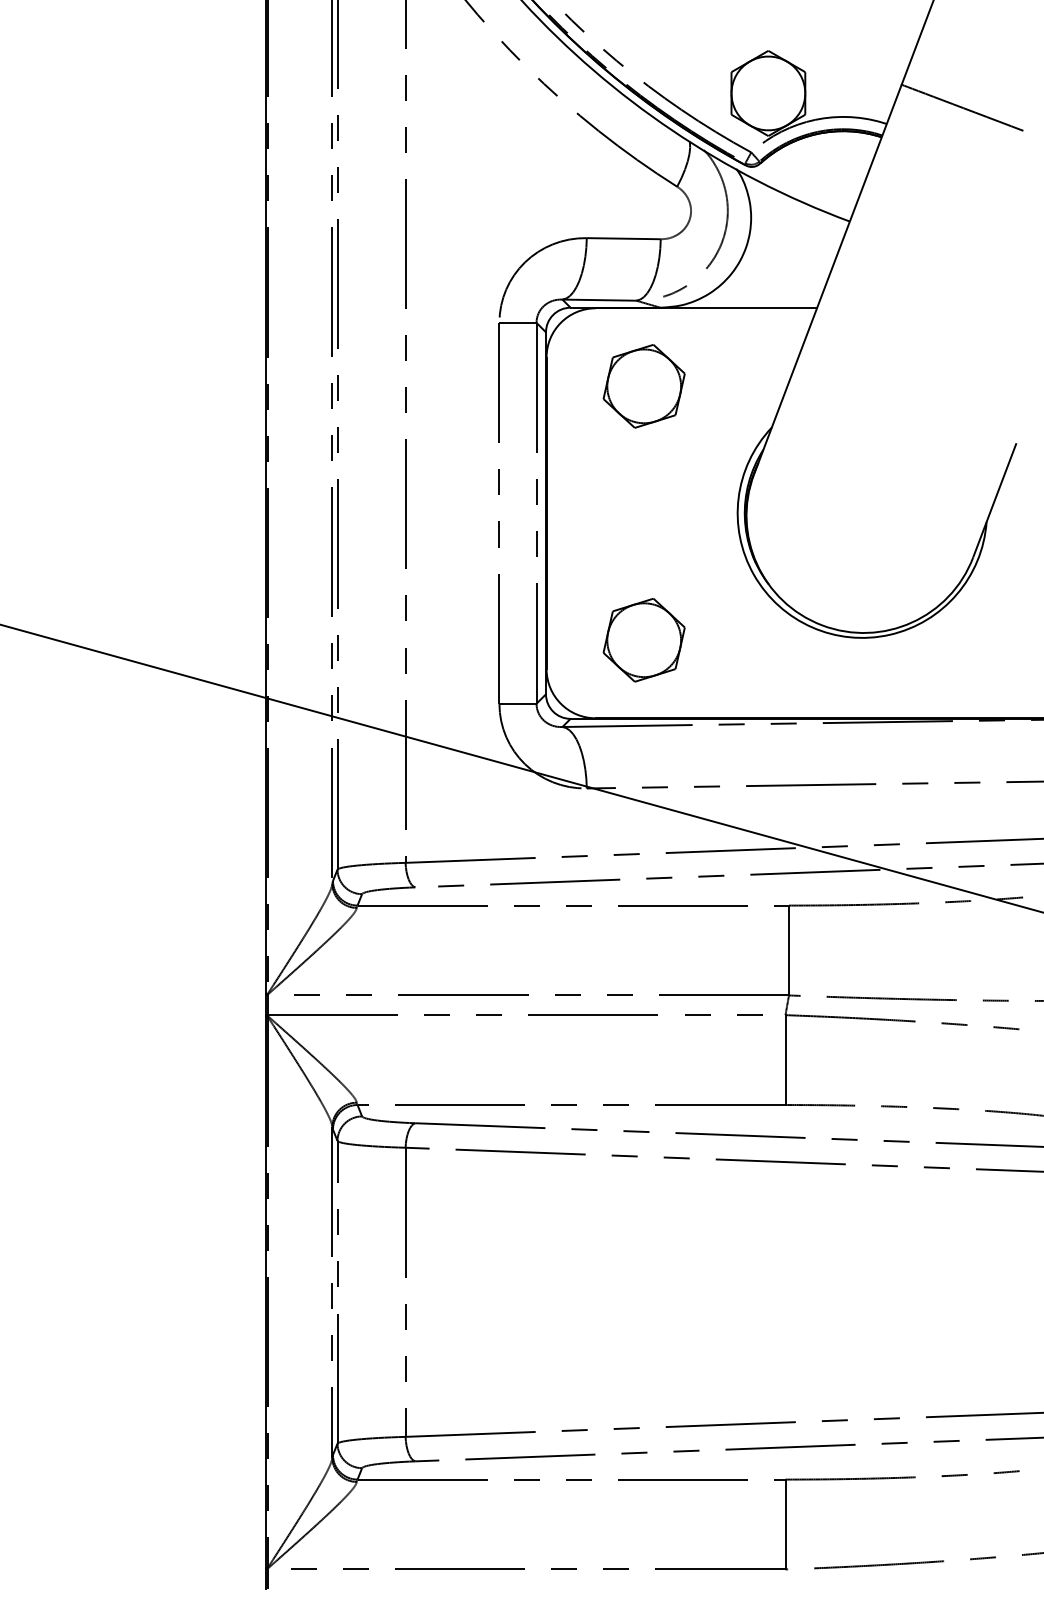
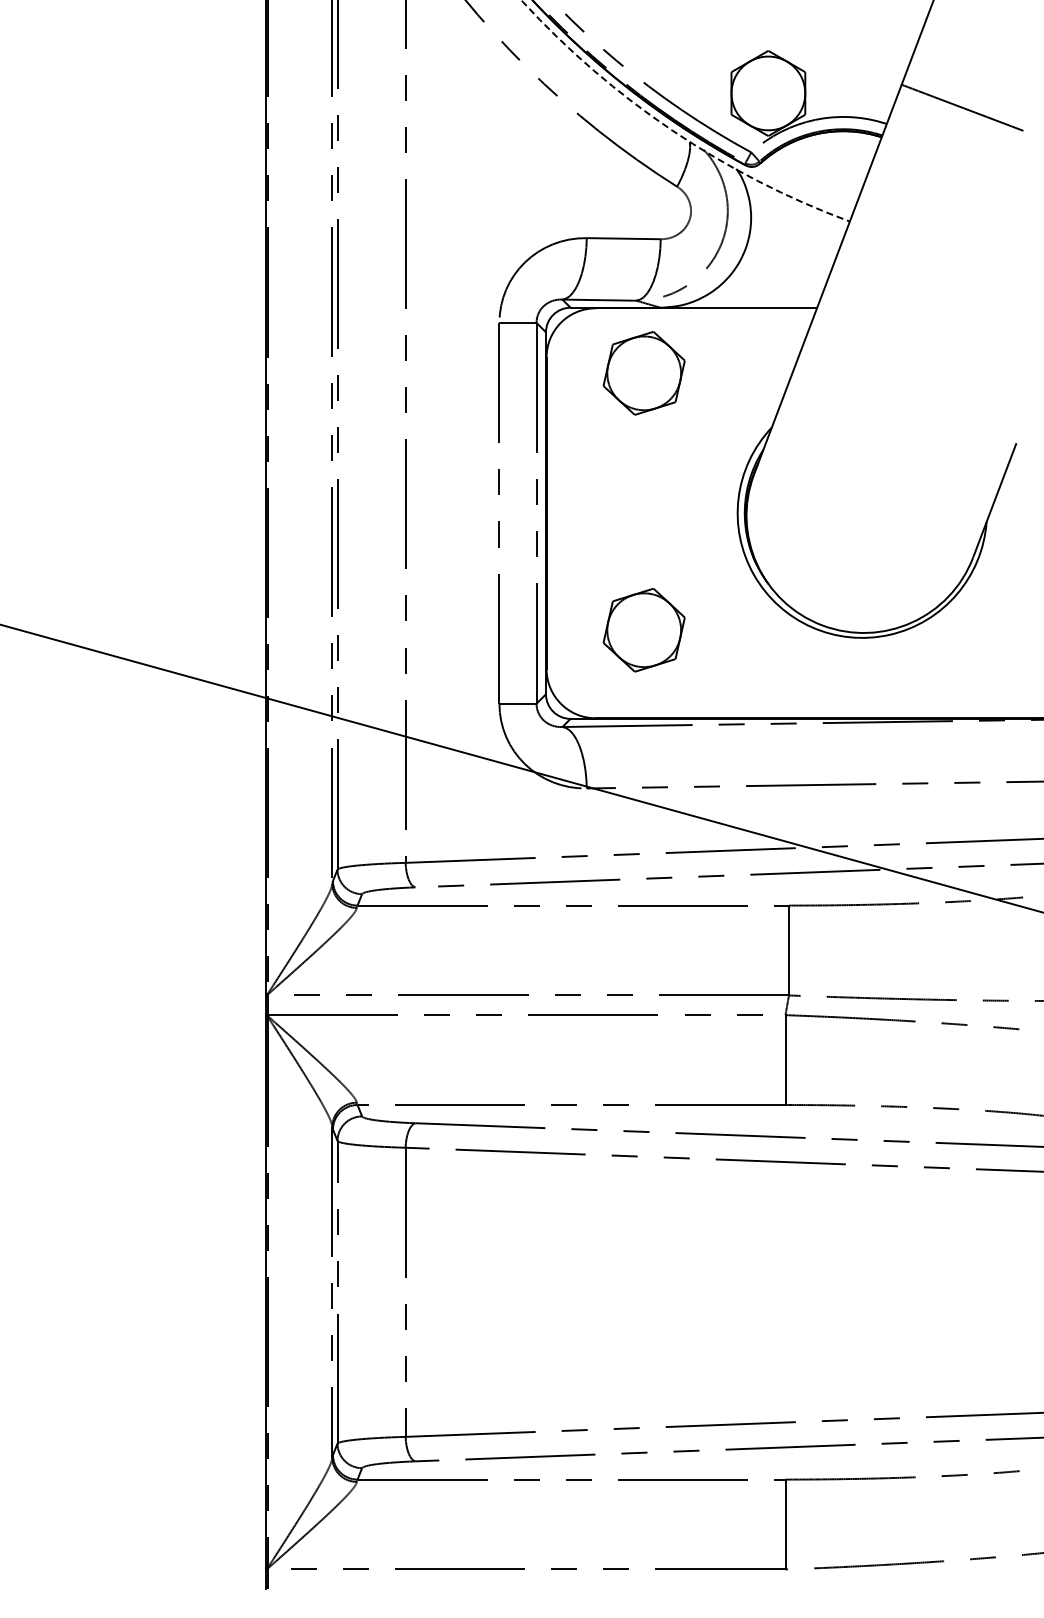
arc at (672, 130): solid -> dashed
part at (643, 386) position: (643, 386) -> (643, 373)
part at (643, 640) position: (643, 640) -> (643, 630)
